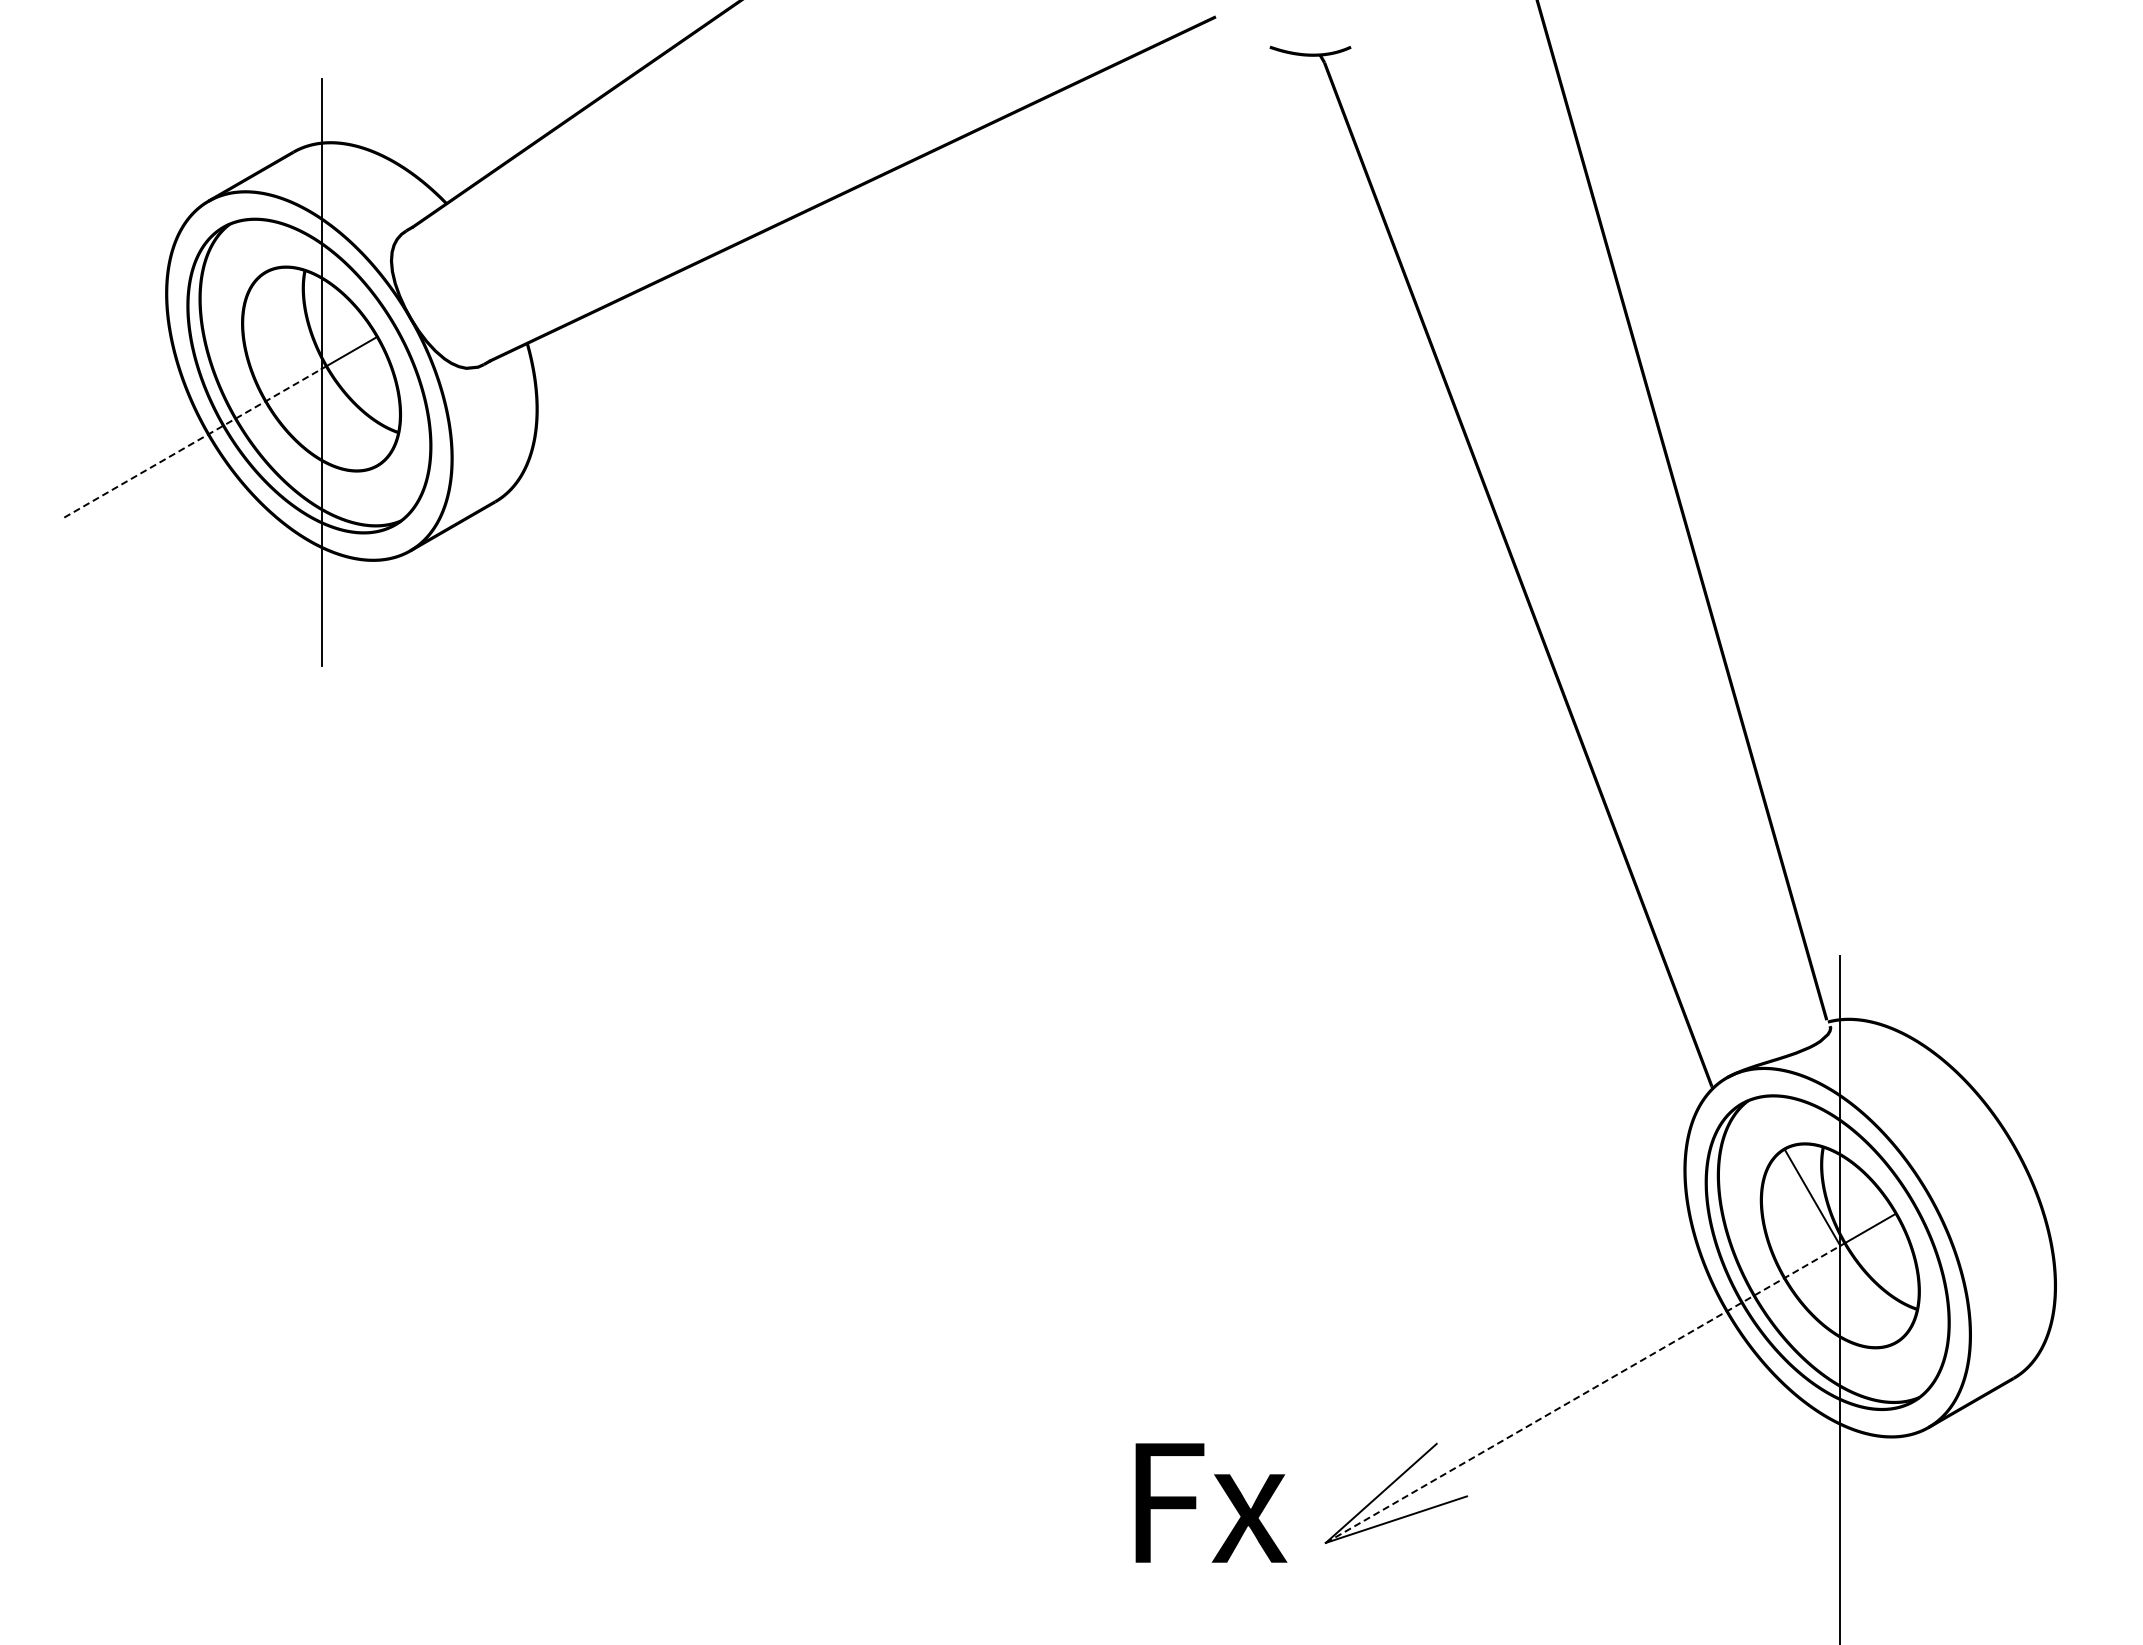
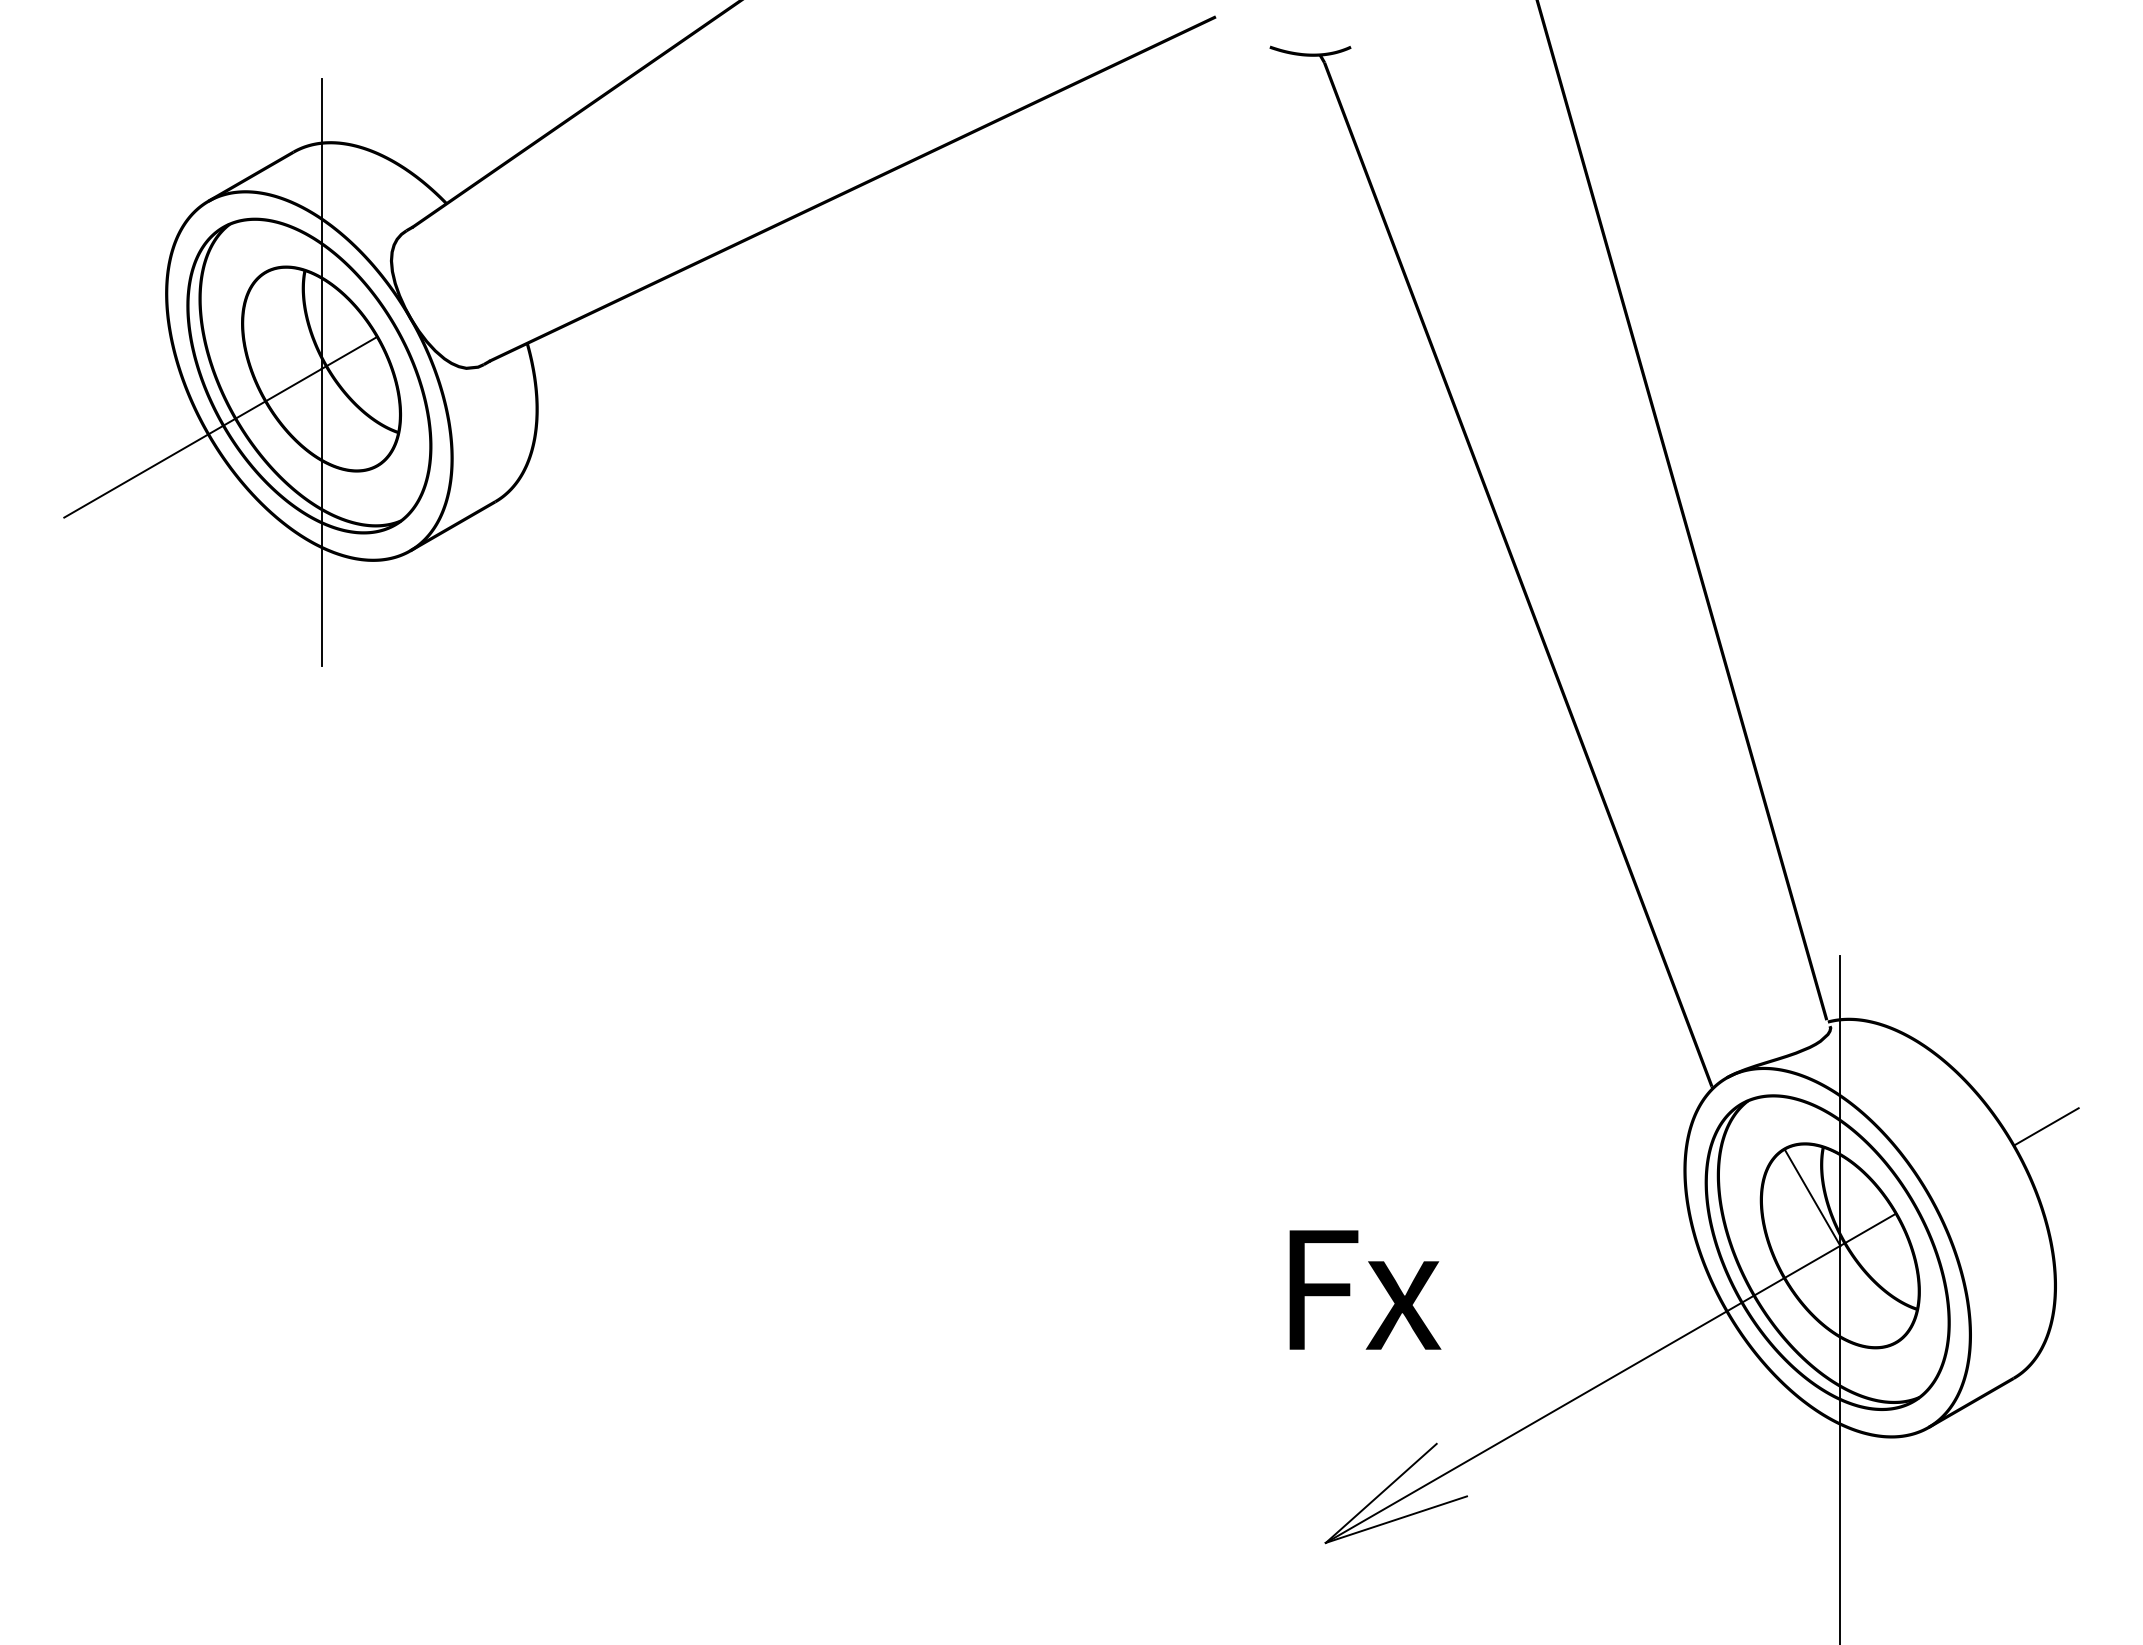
line at (192, 443): dashed -> solid
line at (2045, 1126): none -> present
line at (1583, 1394): dashed -> solid
text at (1211, 1502) position: (1211, 1502) -> (1365, 1289)
